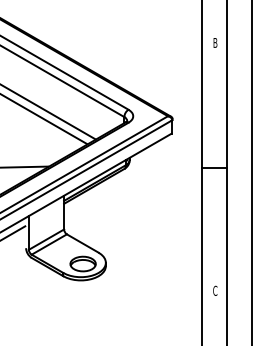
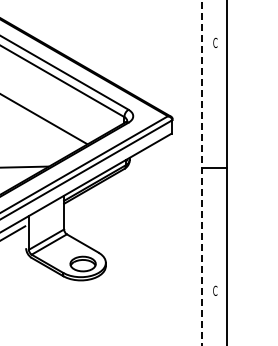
text at (215, 42): B -> C
line at (48, 112): present -> none
line at (202, 172): solid -> dashed
line at (251, 172): present -> none
